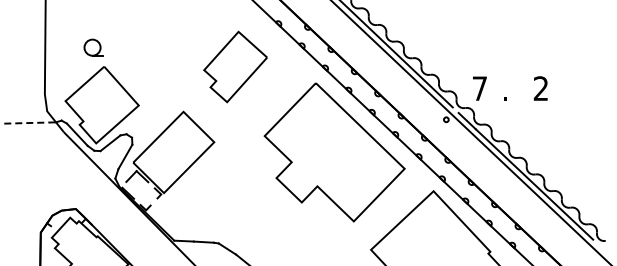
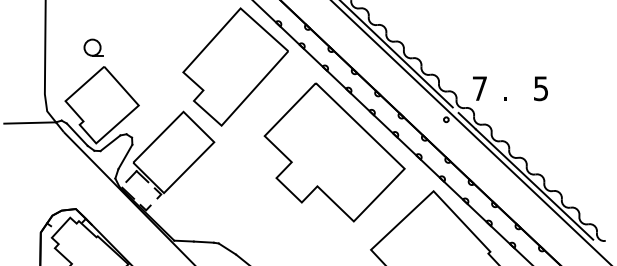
part at (235, 66) size: 65x74 px -> 107x120 px
text at (540, 88): 2 -> 5
line at (30, 123): dashed -> solid
